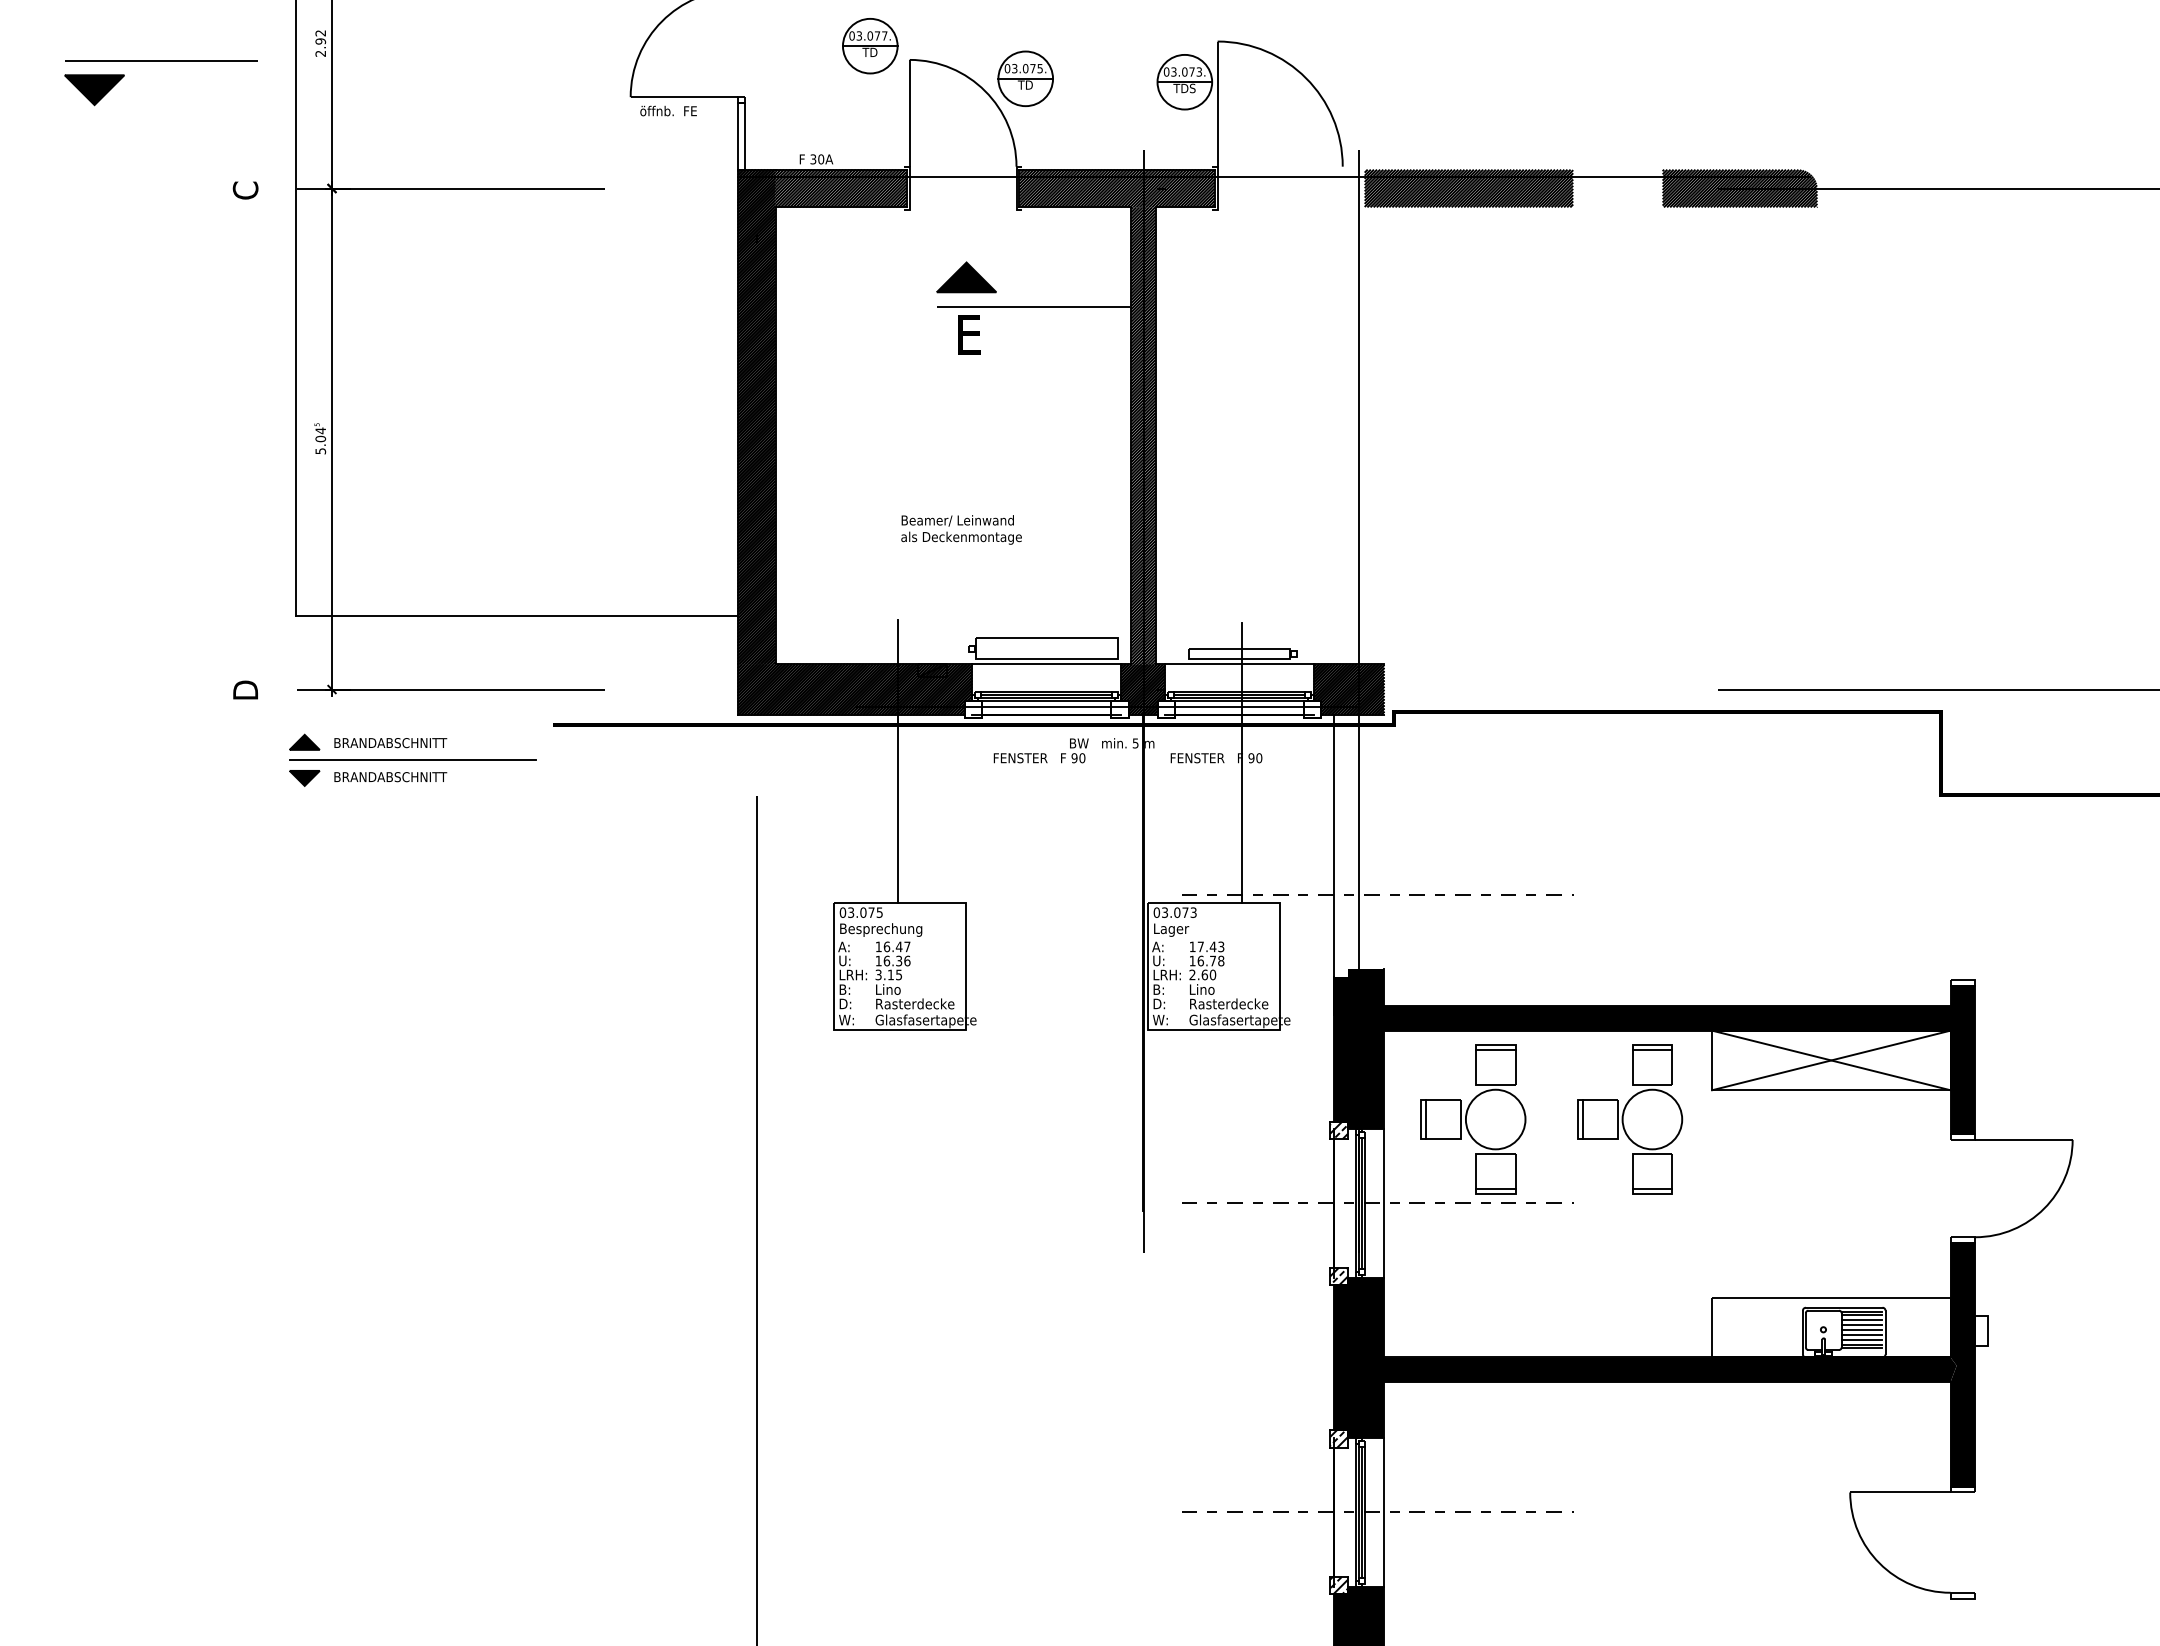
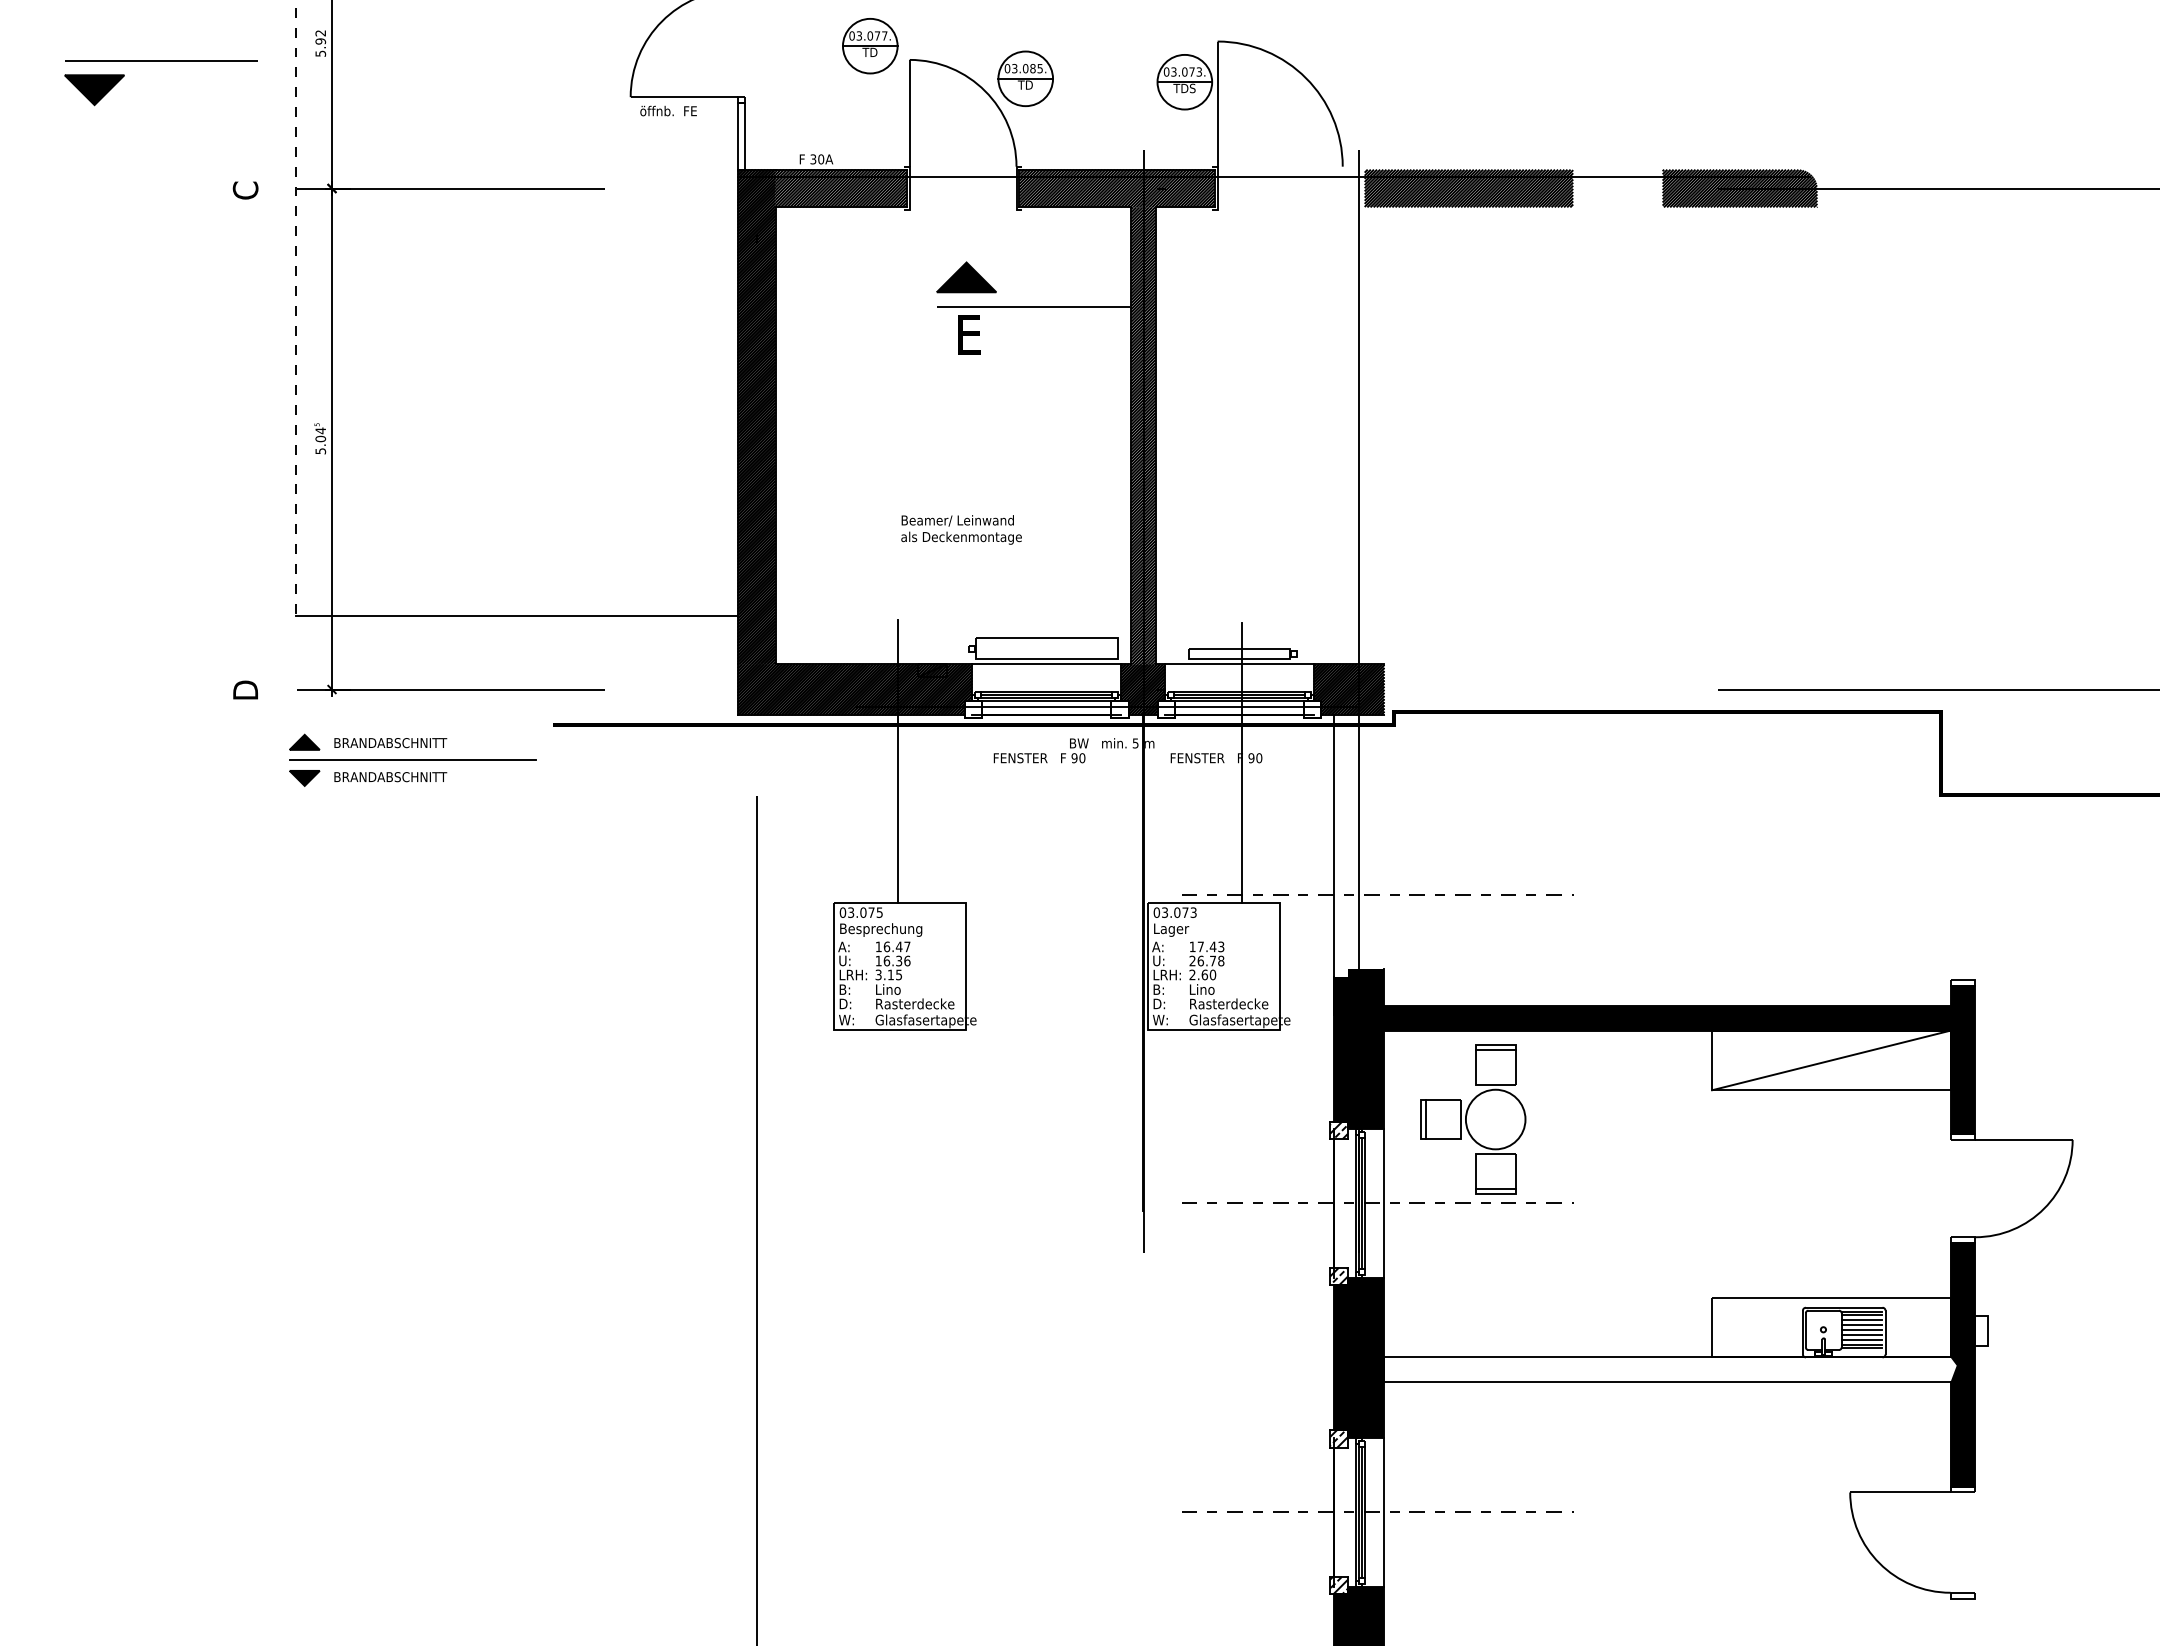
text at (320, 53): 2.92 -> 5.92
text at (1032, 68): 03.075. -> 03.085.
line at (295, 308): solid -> dashed
text at (1192, 960): 16.78 -> 26.78
line at (1831, 1060): present -> none
part at (1630, 1119): present -> none
fill at (1670, 1369): present -> none
